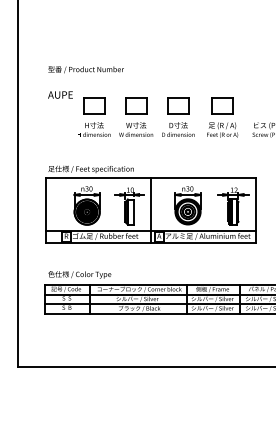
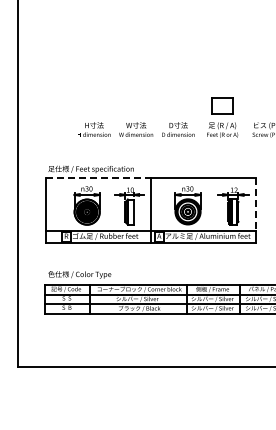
part at (97, 97): present -> none
part at (178, 105): present -> none
line at (98, 178): solid -> dashed
line at (256, 204): solid -> dashed
